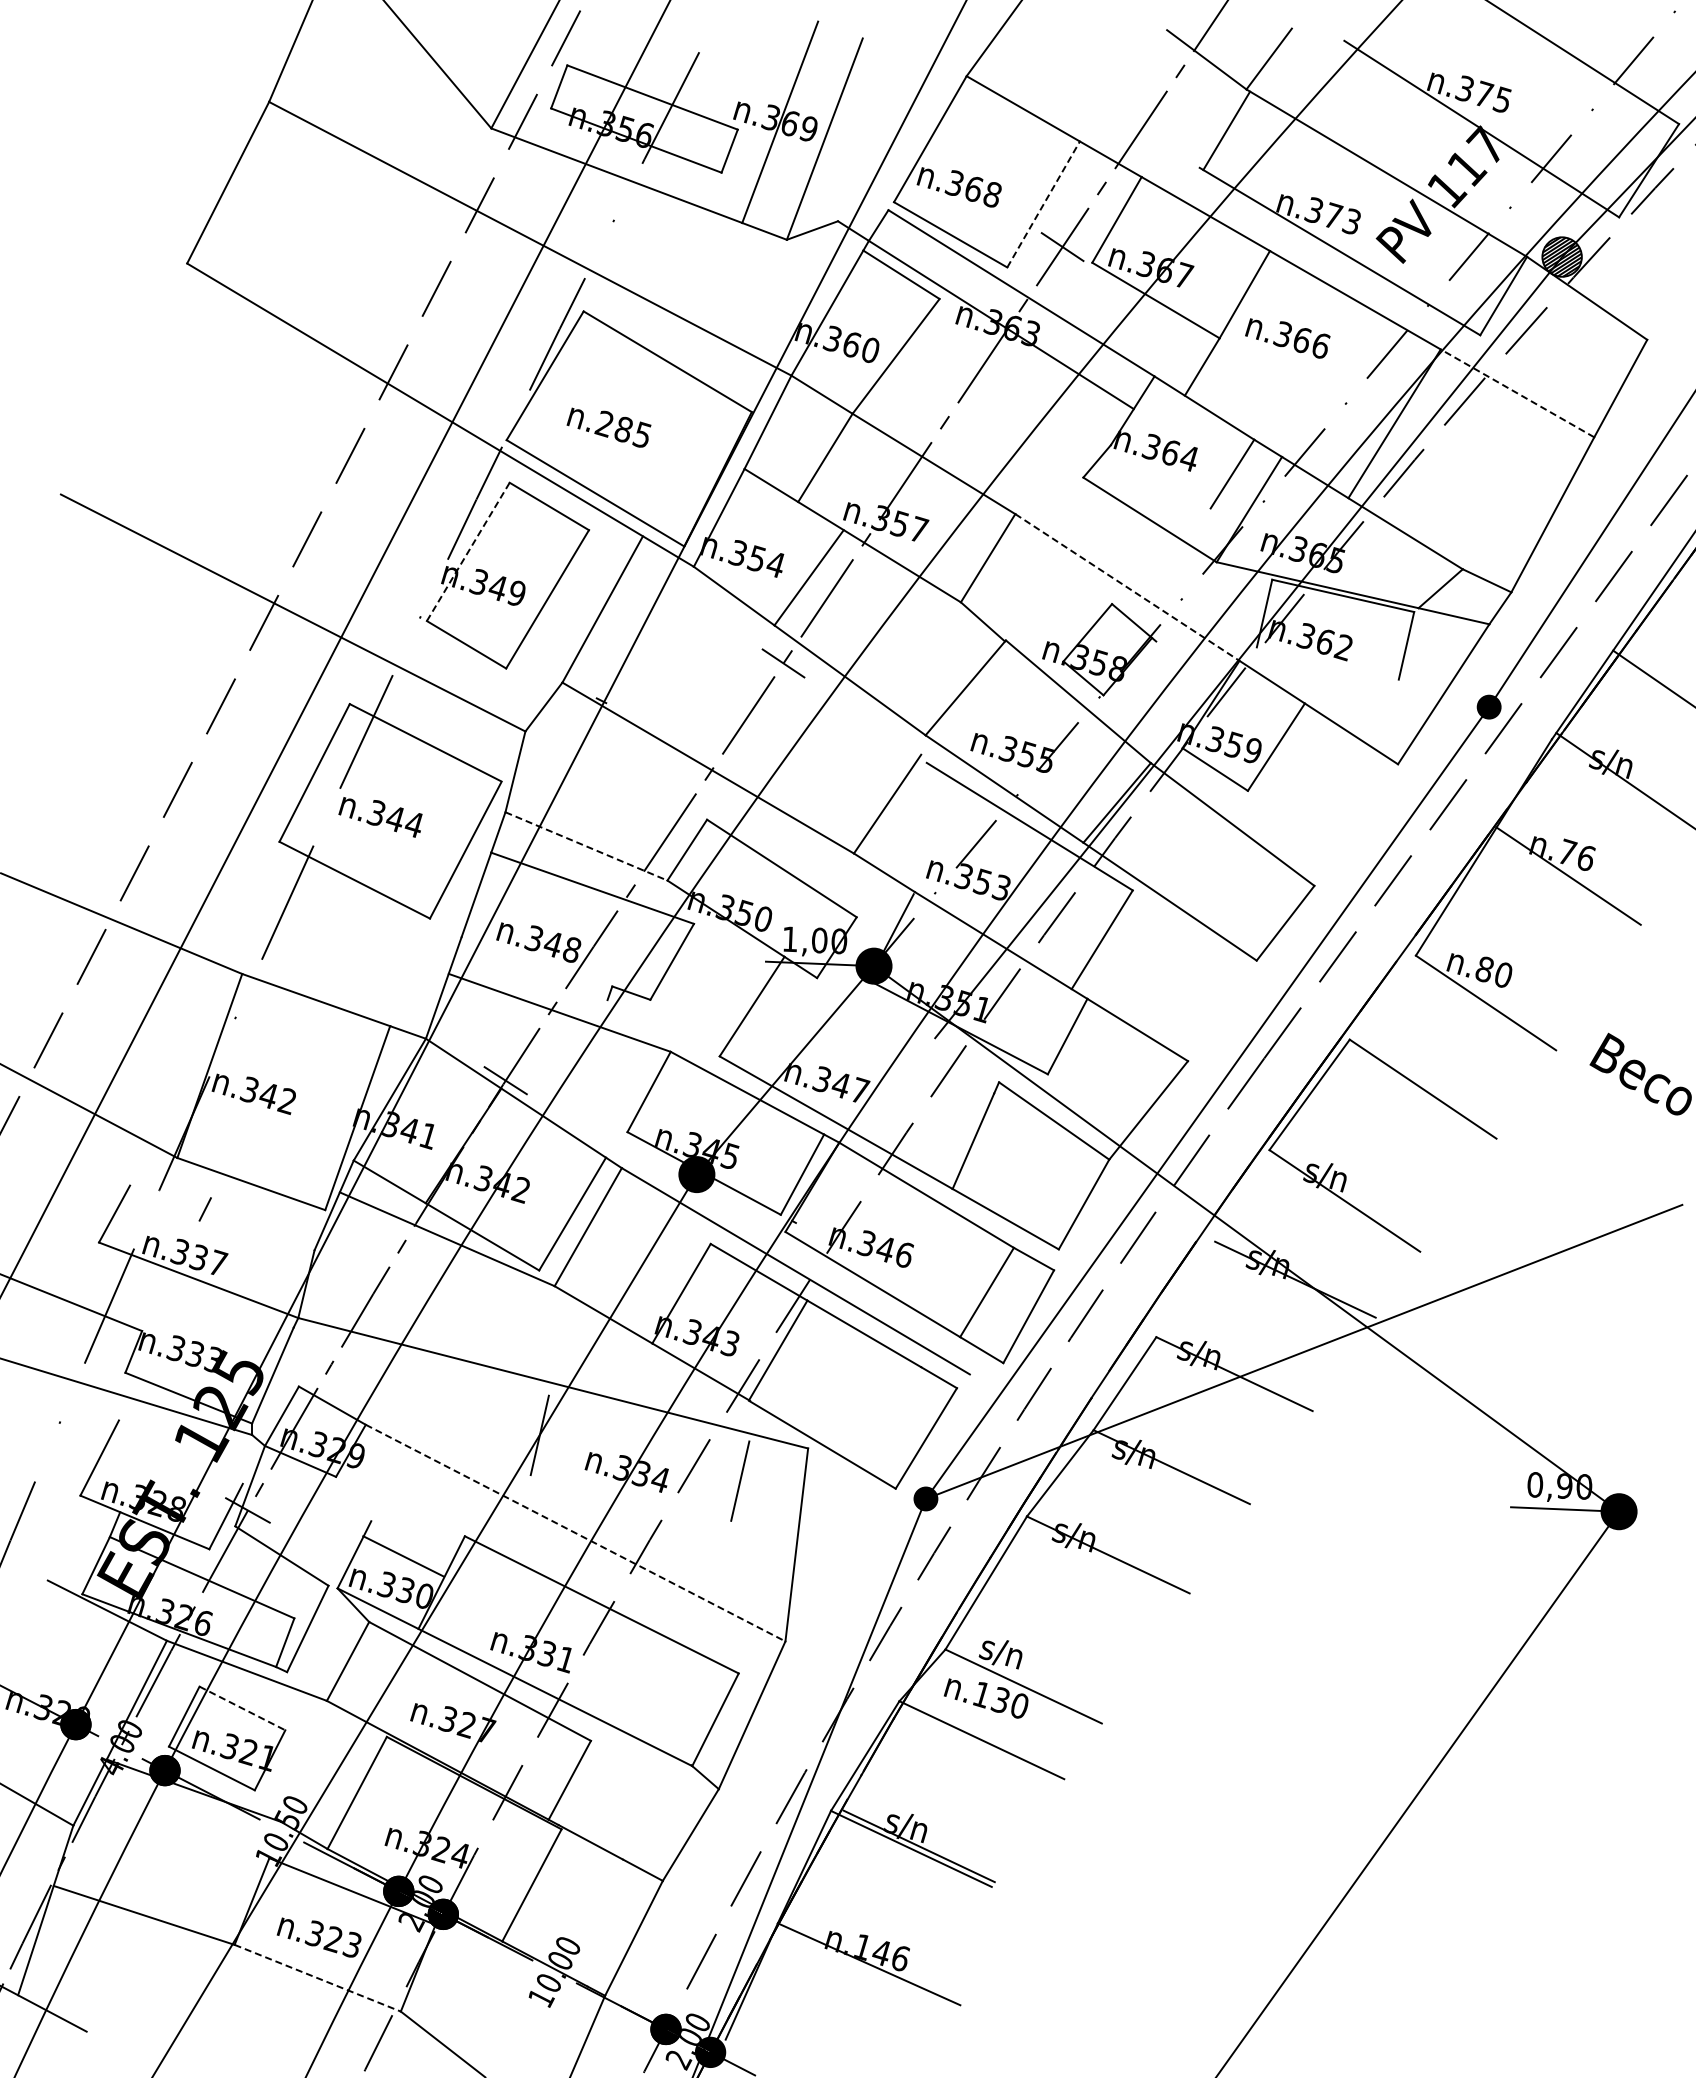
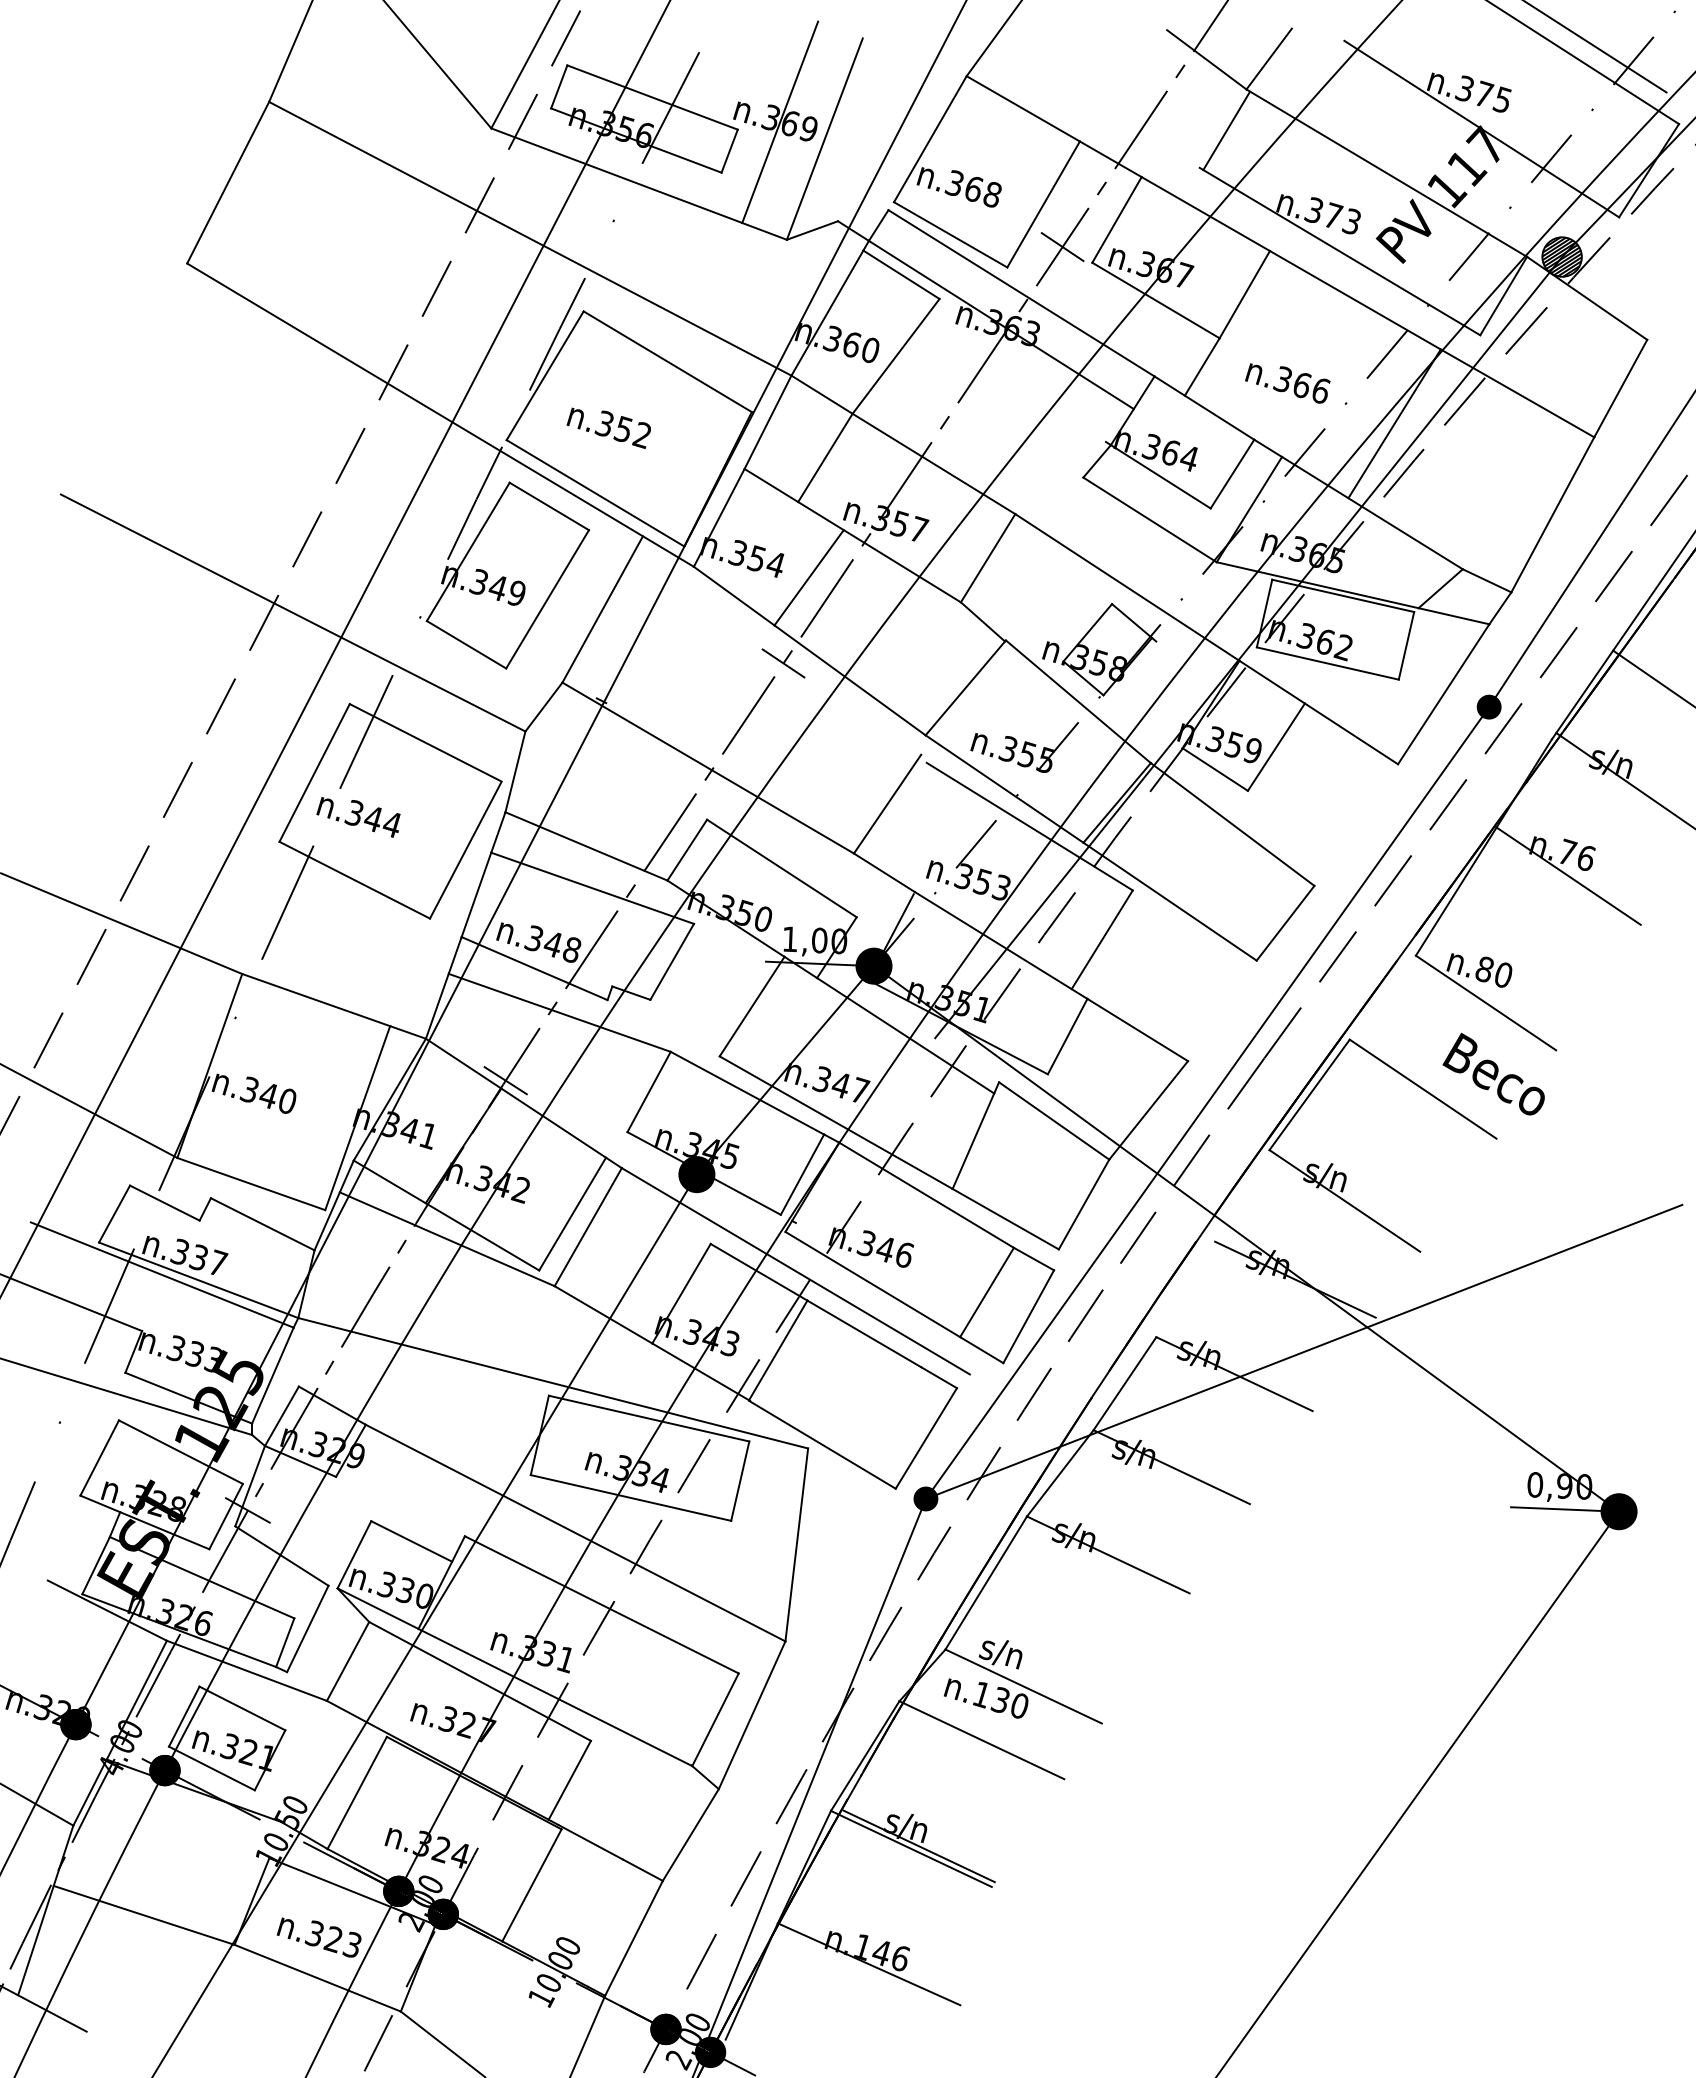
line at (1595, 47): none -> present
line at (1043, 204): dashed -> solid
text at (1287, 338) position: (1287, 338) -> (1287, 383)
line at (1517, 393): dashed -> solid
text at (622, 429): n.285 -> n.352
line at (1157, 474): none -> present
line at (468, 551): dashed -> solid
line at (1127, 587): dashed -> solid
line at (1327, 663): none -> present
text at (380, 817) position: (380, 817) -> (358, 817)
line at (586, 846): dashed -> solid
line at (534, 968): none -> present
line at (905, 1035): none -> present
text at (1640, 1073) position: (1640, 1073) -> (1493, 1073)
text at (286, 1101): n.342 -> n.340
line at (164, 1202): none -> present
line at (262, 1224): none -> present
line at (161, 1274): none -> present
line at (648, 1418): none -> present
line at (180, 1451): none -> present
line at (630, 1497): none -> present
line at (576, 1533): dashed -> solid
line at (403, 1556) position: (403, 1556) -> (411, 1541)
line at (242, 1708): dashed -> solid
line at (317, 1978): dashed -> solid
